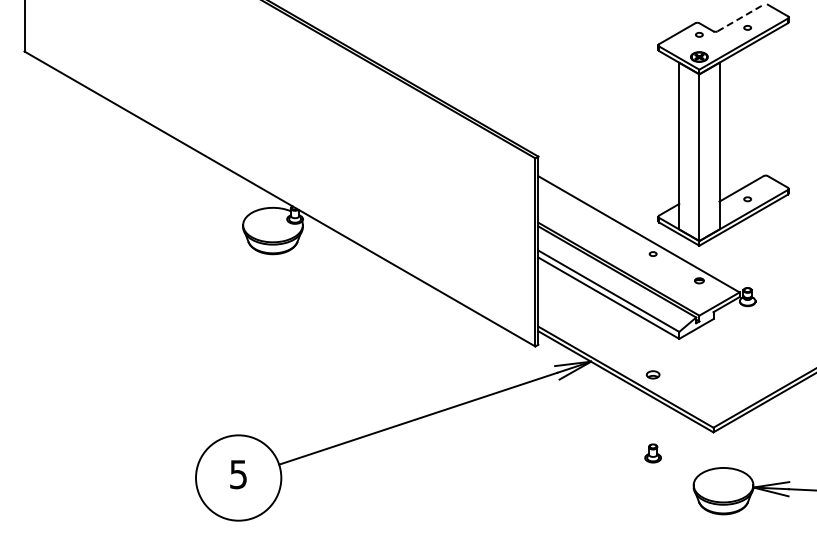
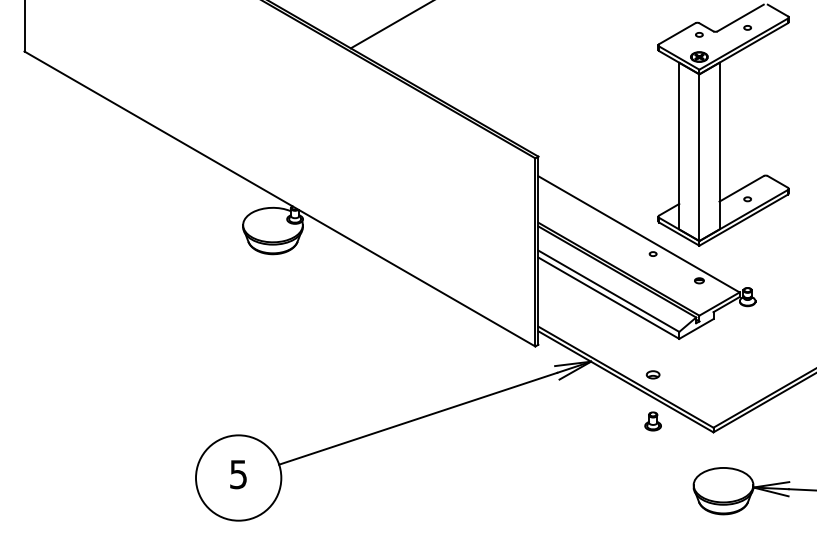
line at (740, 18): dashed -> solid
line at (390, 25): none -> present
part at (652, 453) position: (652, 453) -> (652, 421)
